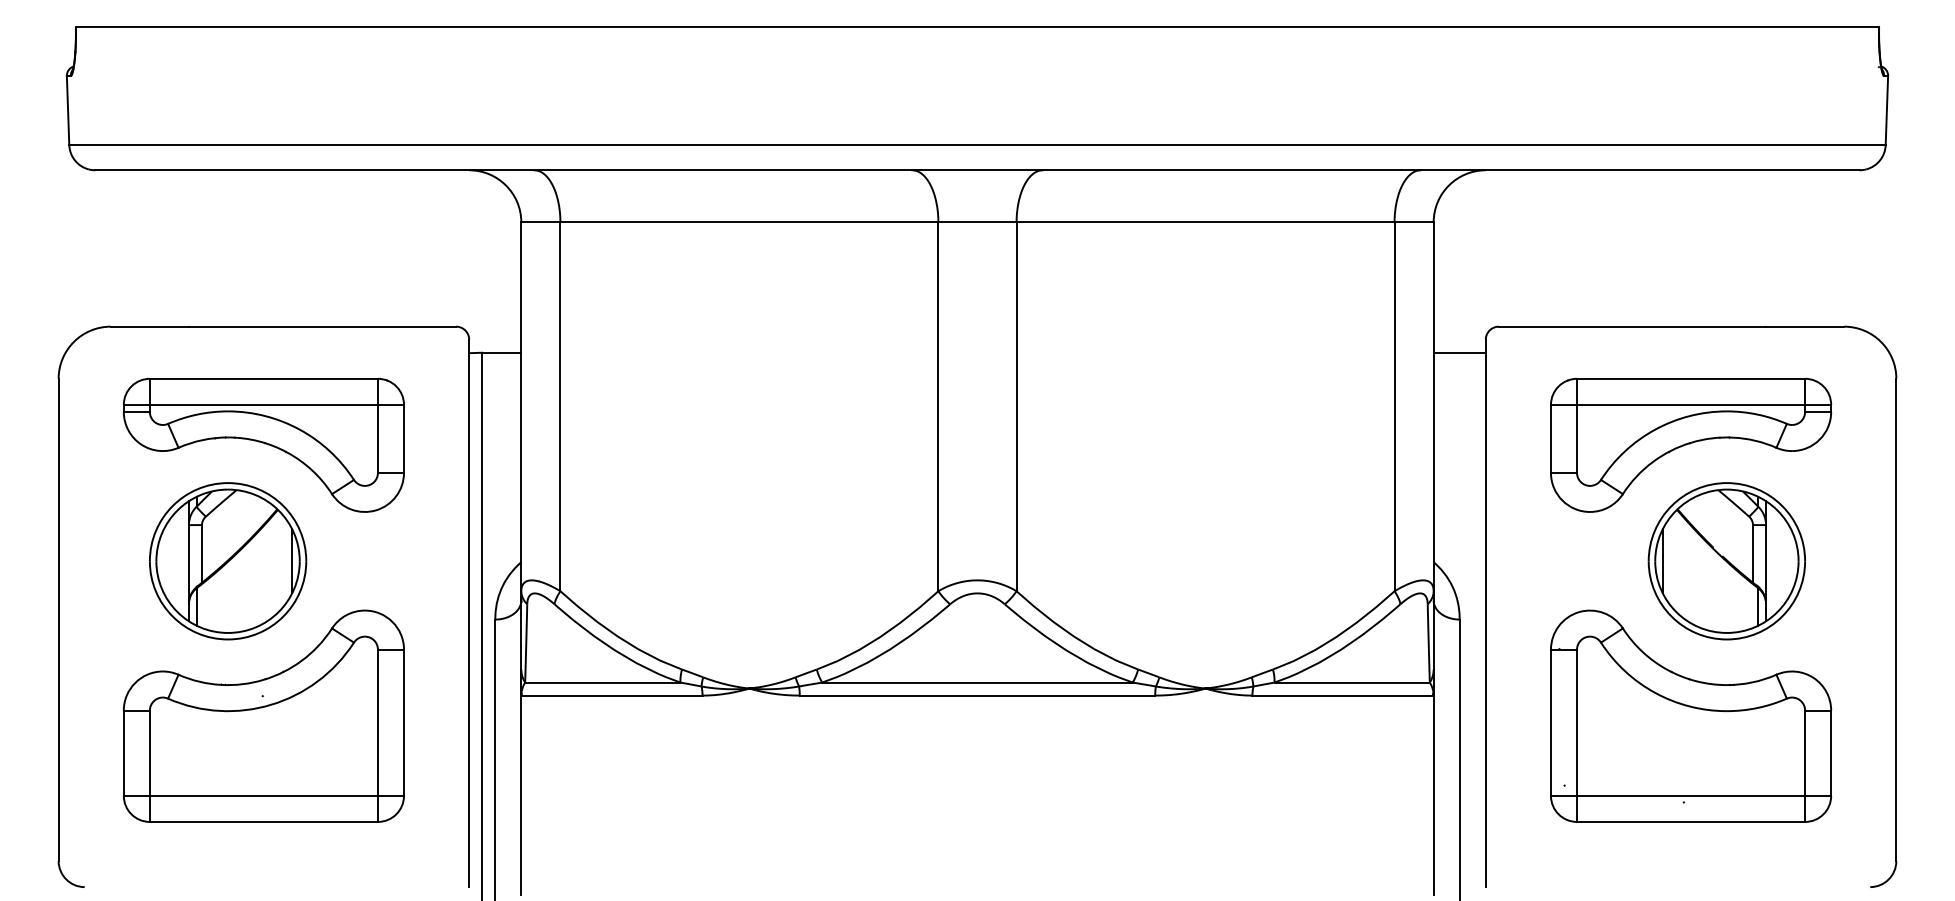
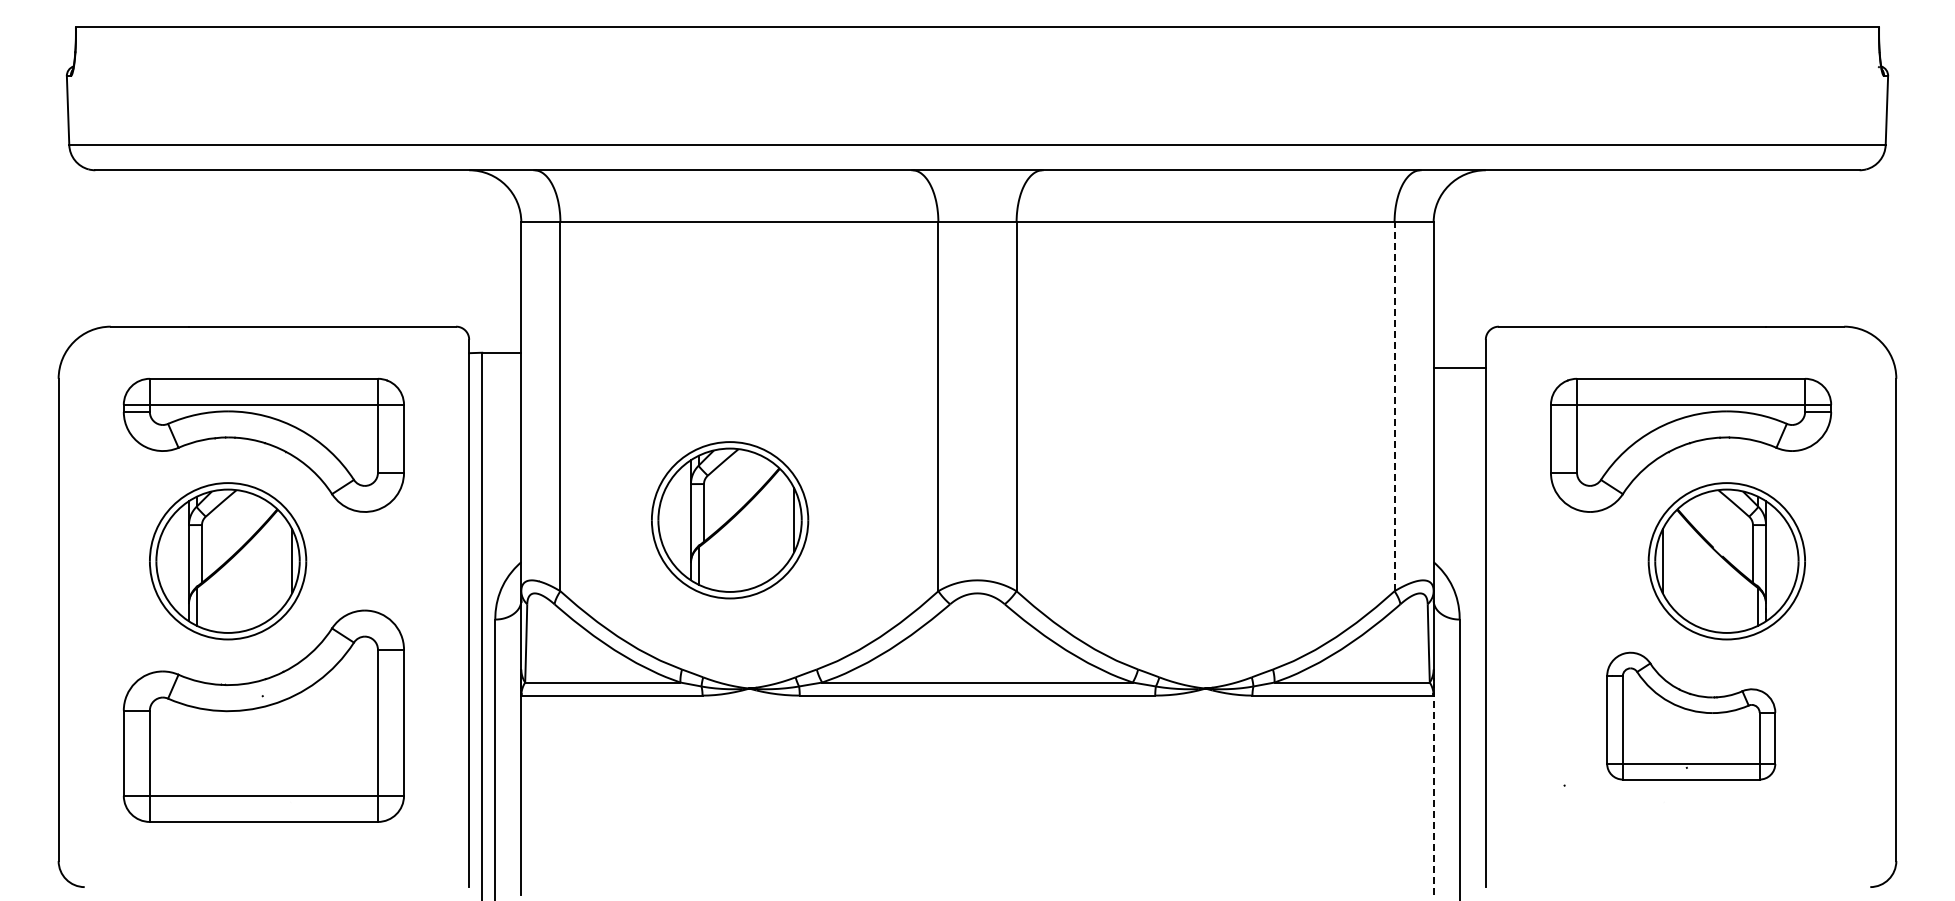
line at (1459, 352) position: (1459, 352) -> (1459, 367)
line at (1394, 406): solid -> dashed
part at (730, 520): none -> present
part at (1691, 715) size: 283x214 px -> 171x130 px
line at (1433, 795): solid -> dashed
